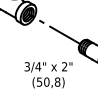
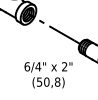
text at (27, 66): 3/4" -> 6/4"
